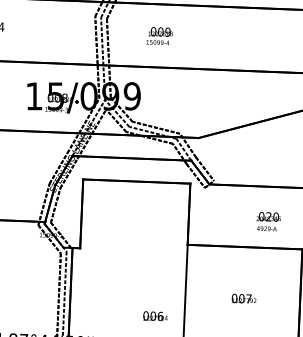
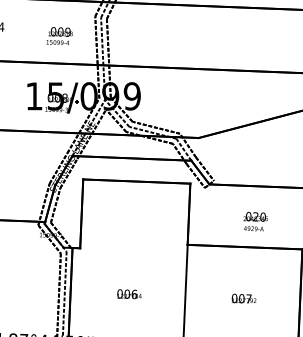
text at (159, 36) position: (159, 36) -> (59, 36)
text at (268, 221) position: (268, 221) -> (255, 221)
text at (155, 316) position: (155, 316) -> (129, 294)
